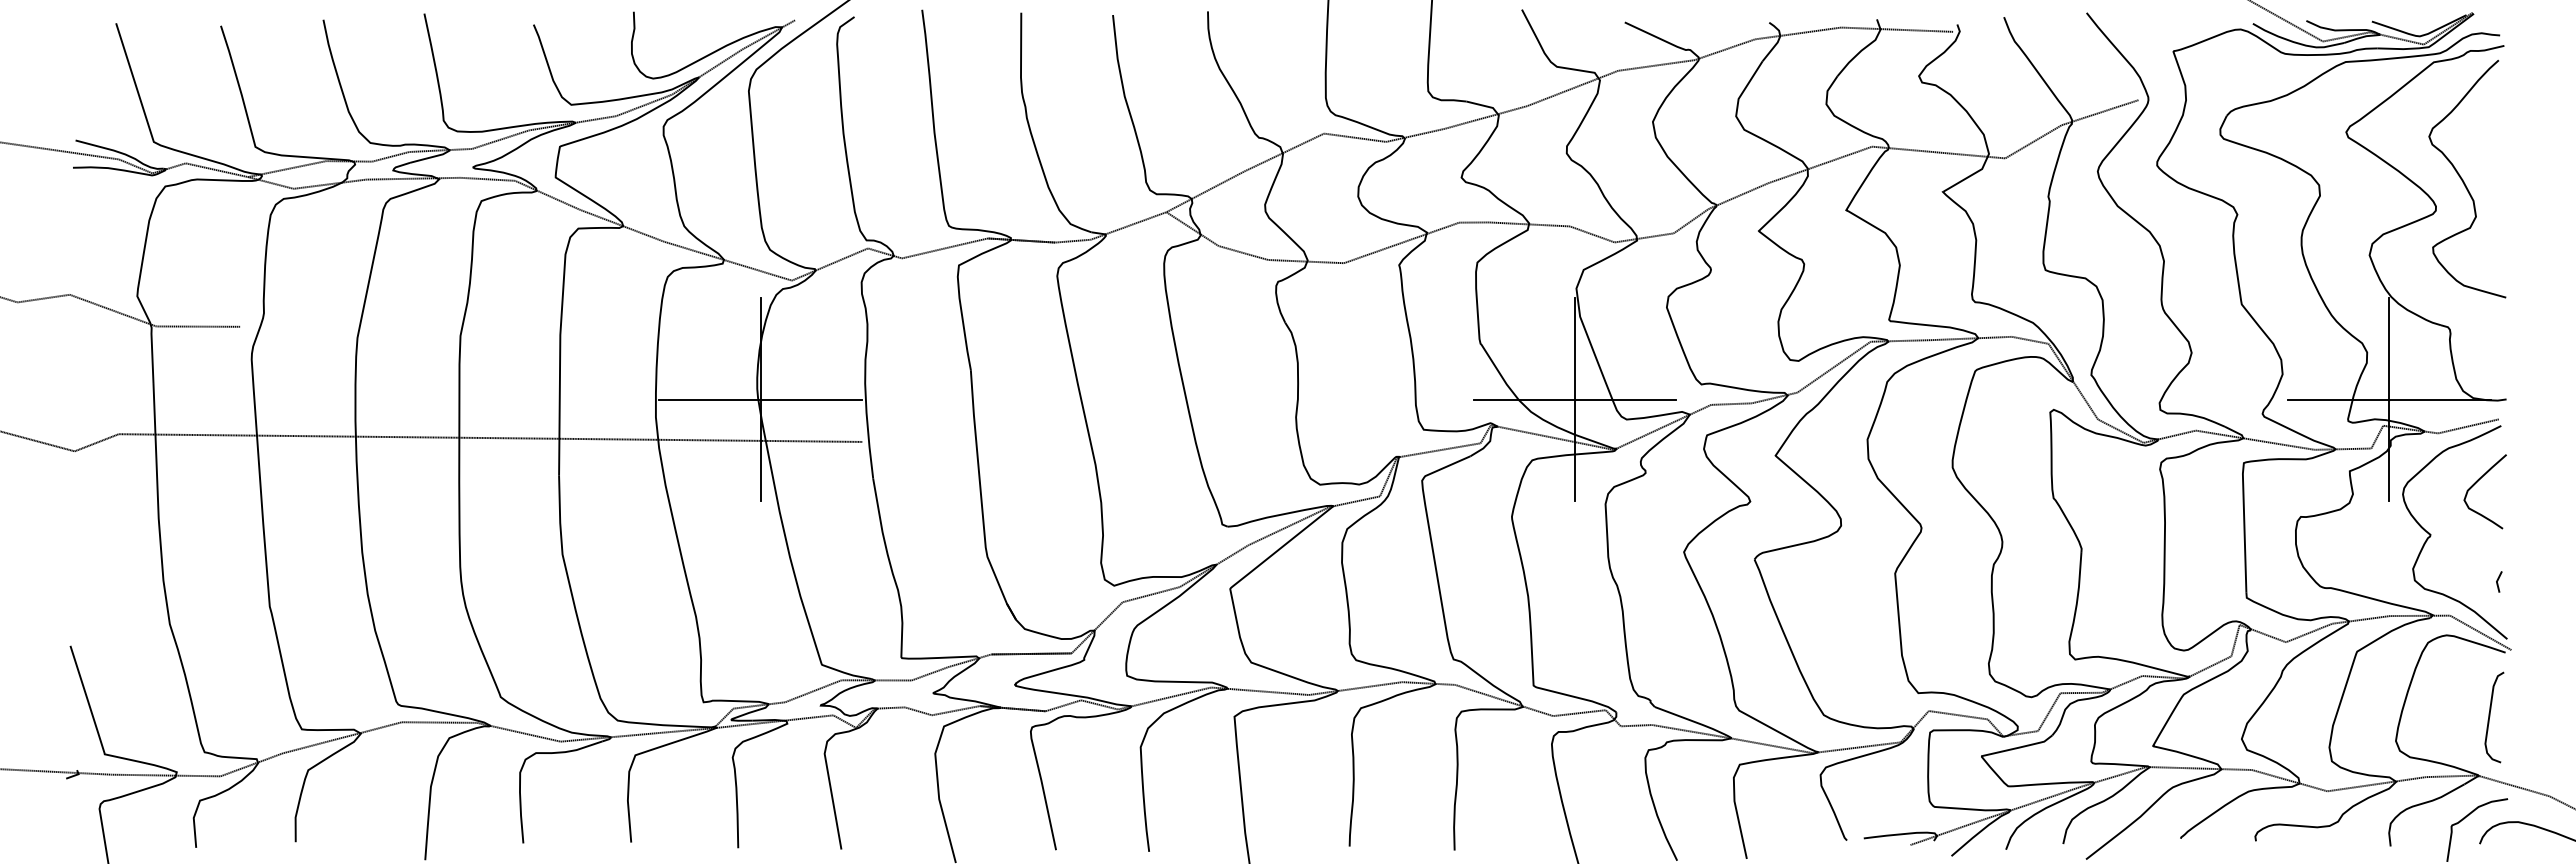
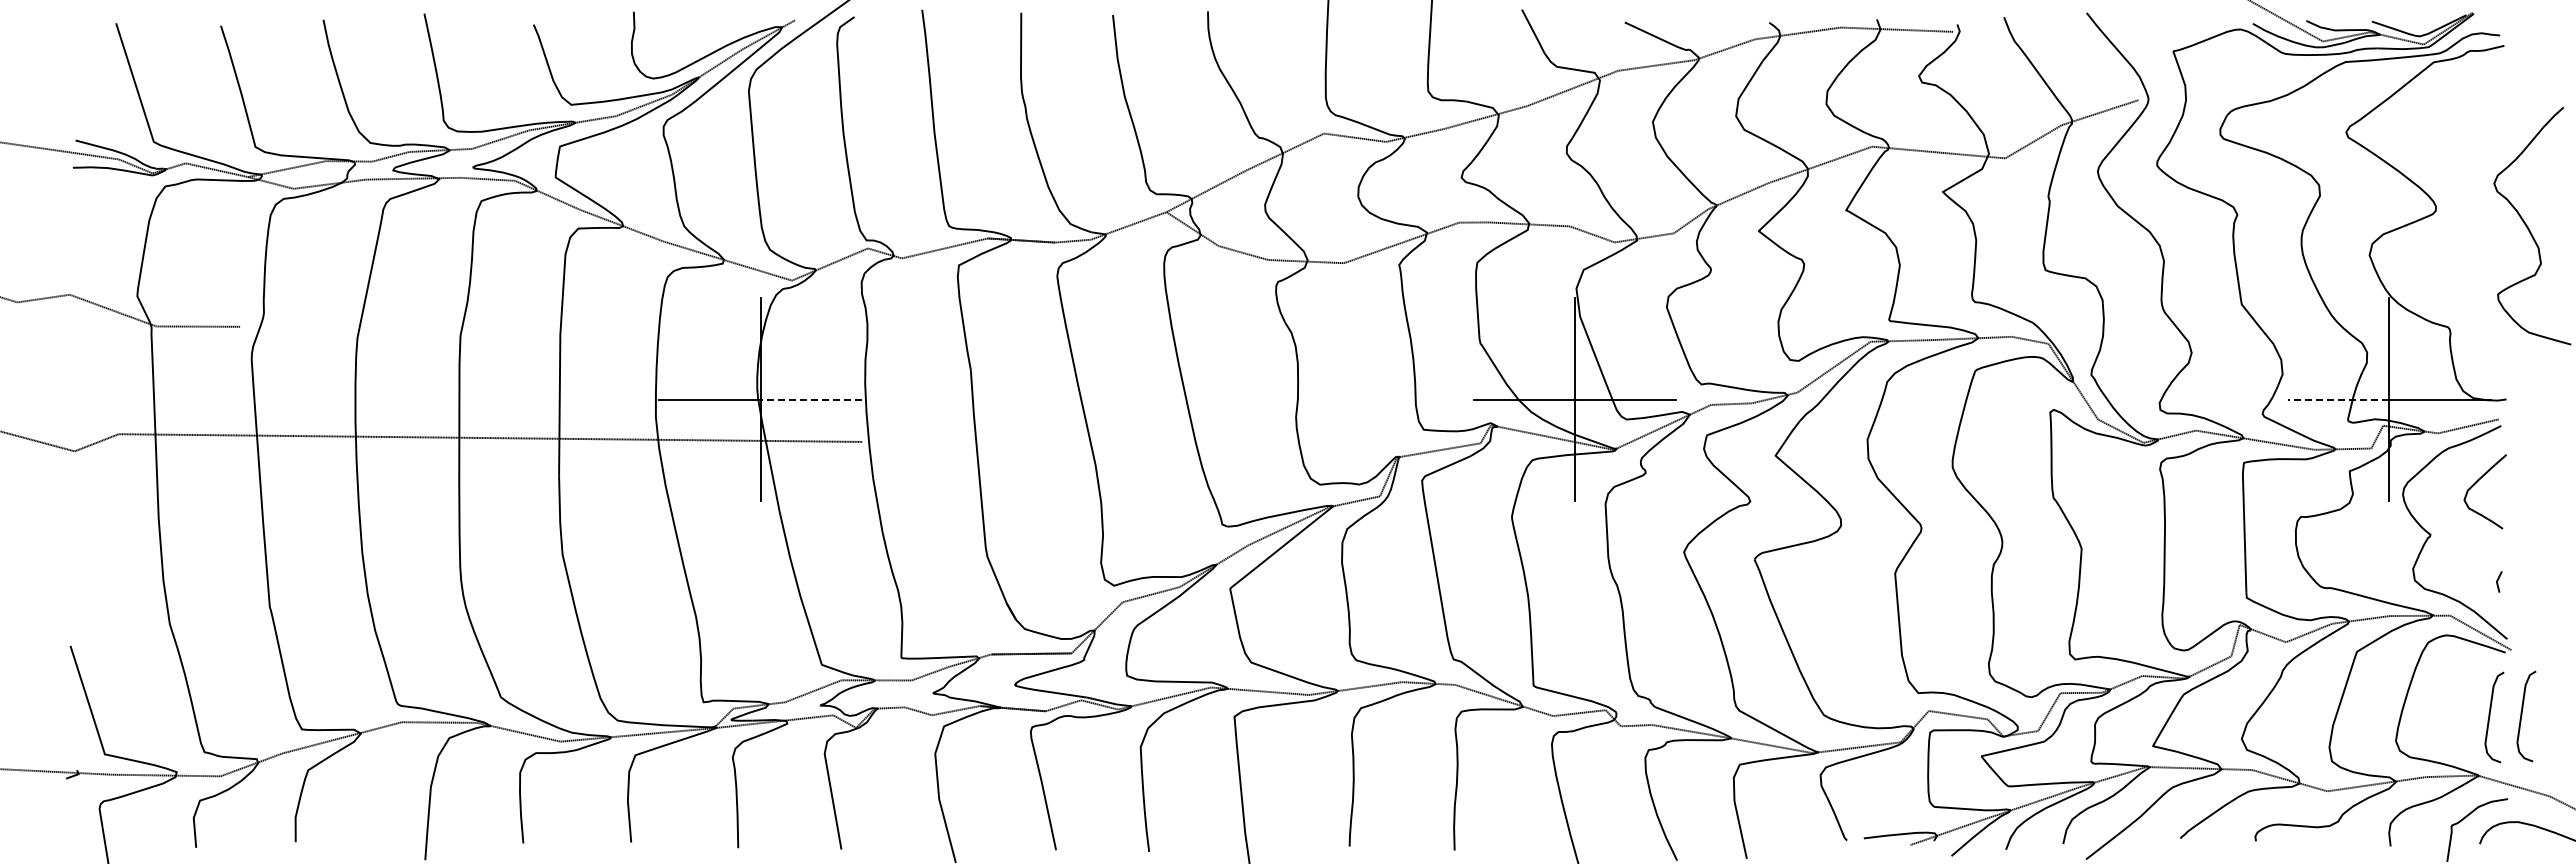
curve at (2463, 179) position: (2463, 179) -> (2528, 226)
line at (811, 399): solid -> dashed
line at (2338, 399): solid -> dashed
curve at (2522, 715): none -> present
